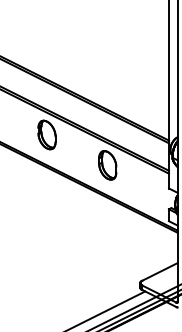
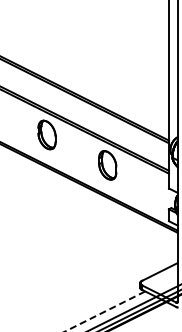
line at (105, 311): solid -> dashed
